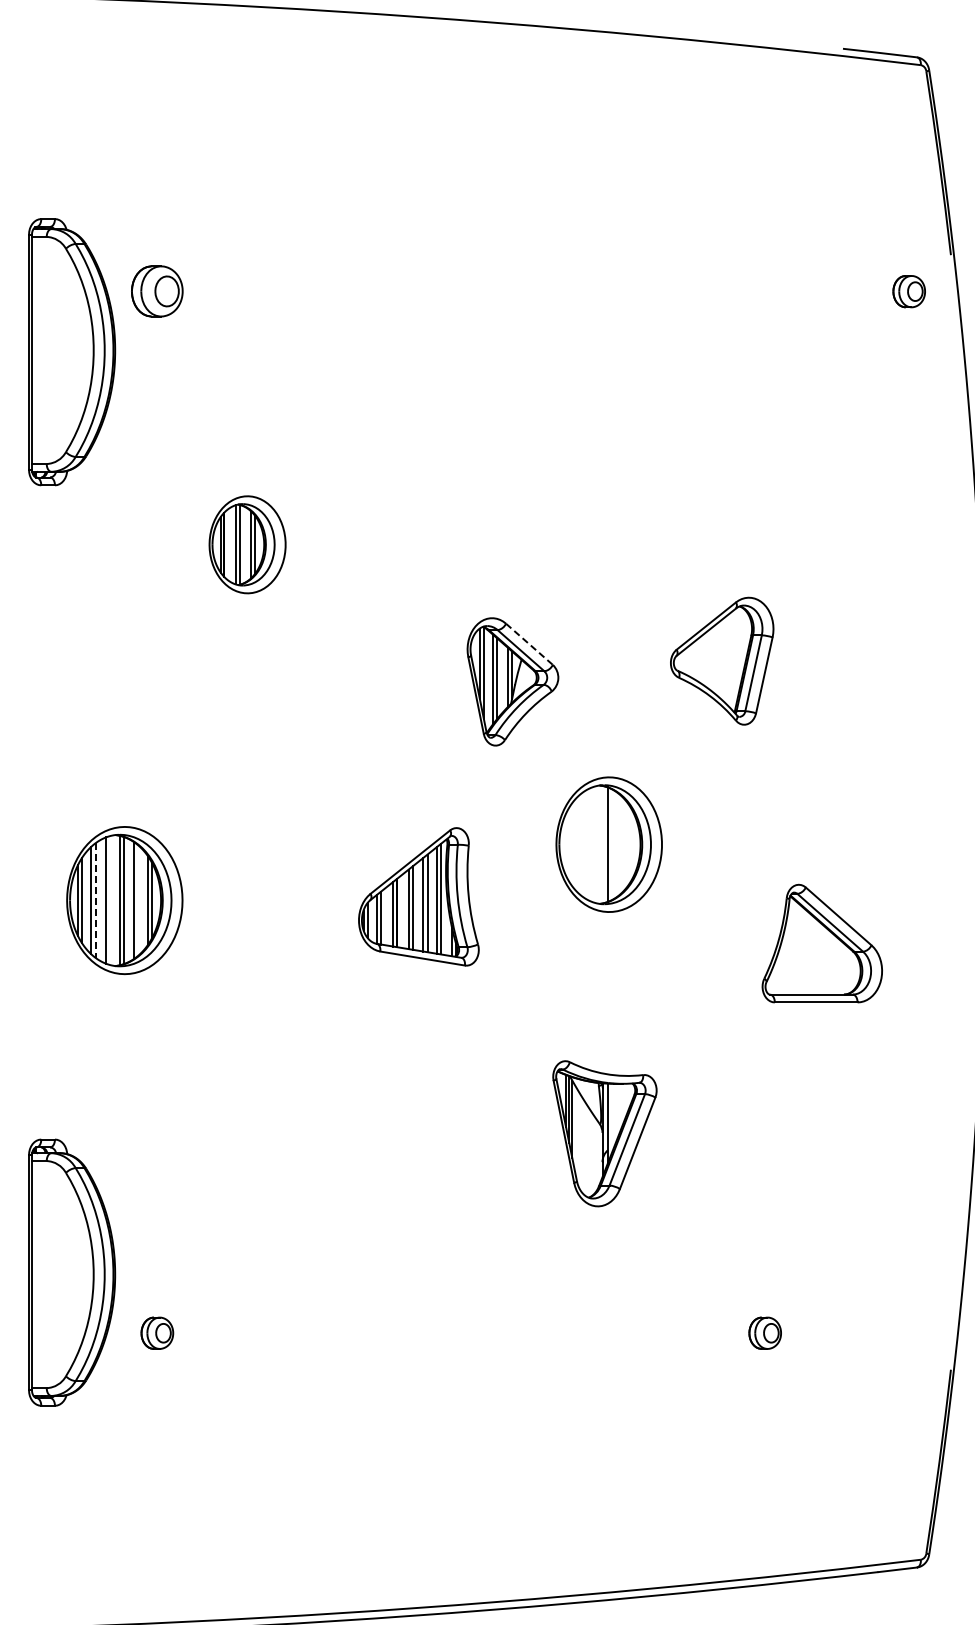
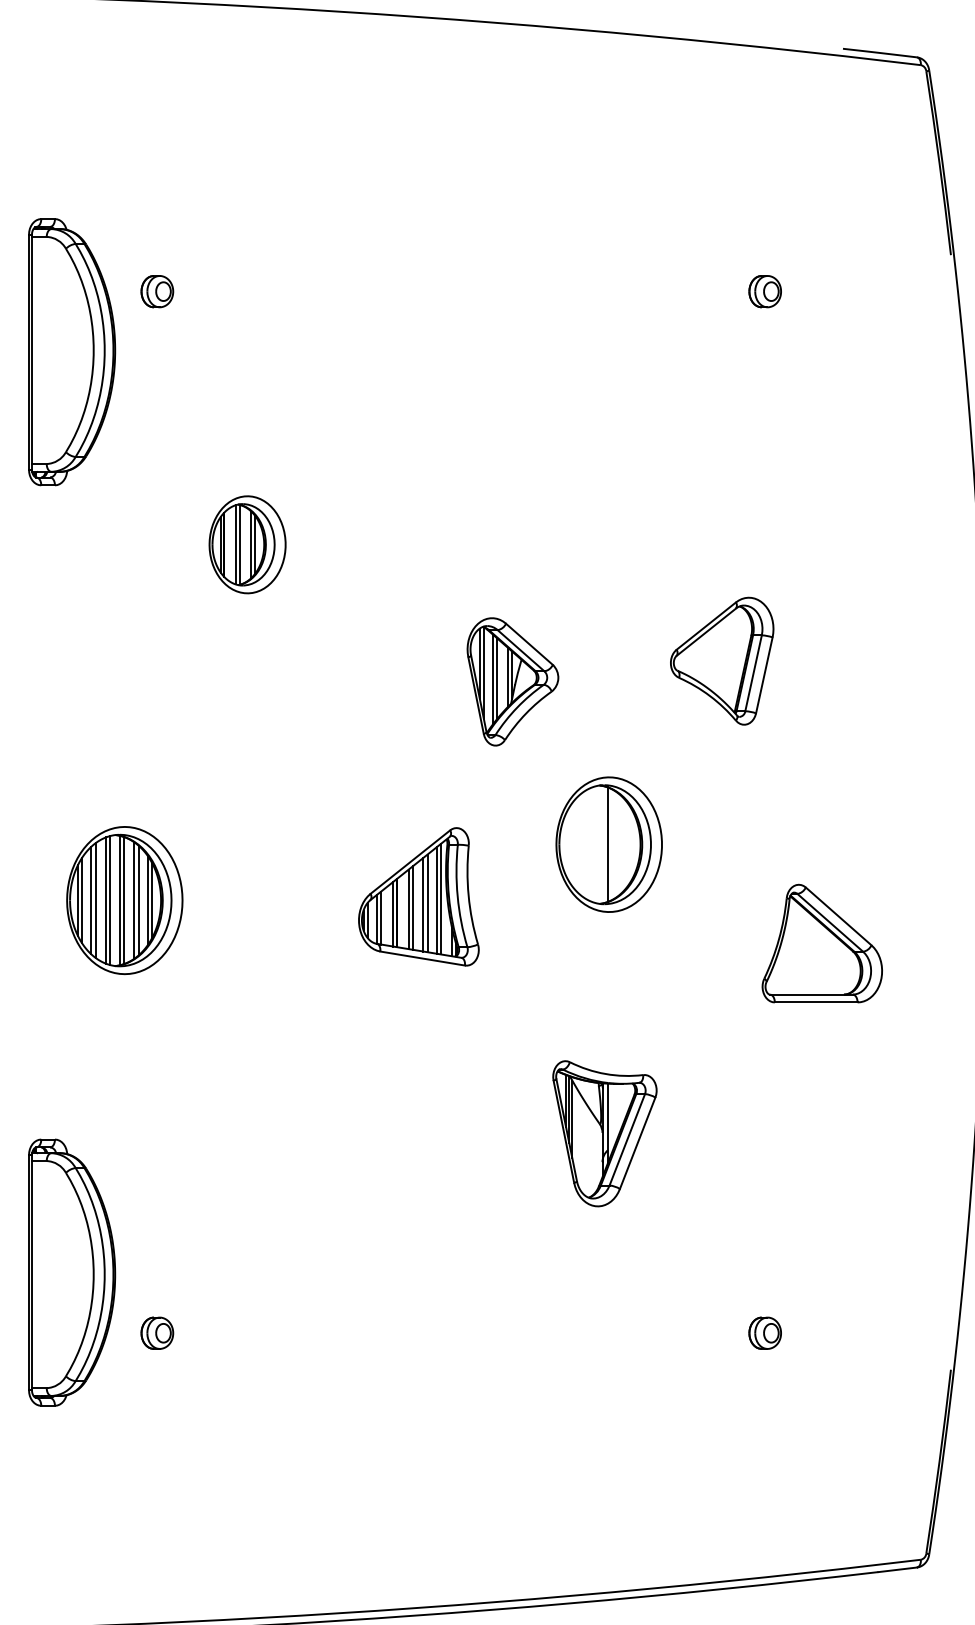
part at (157, 291) size: 53x53 px -> 35x34 px
part at (908, 291) position: (908, 291) -> (764, 291)
line at (529, 644): dashed -> solid
line at (110, 900): none -> present
line at (138, 900): none -> present
line at (95, 901): dashed -> solid
